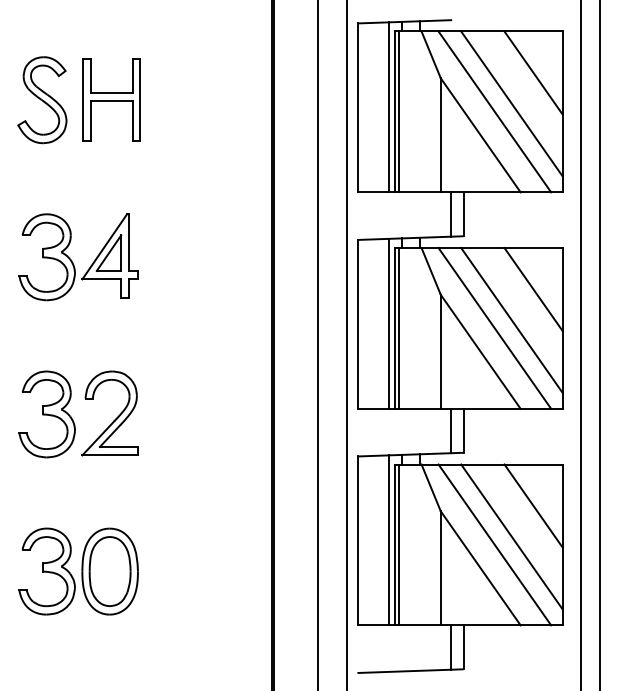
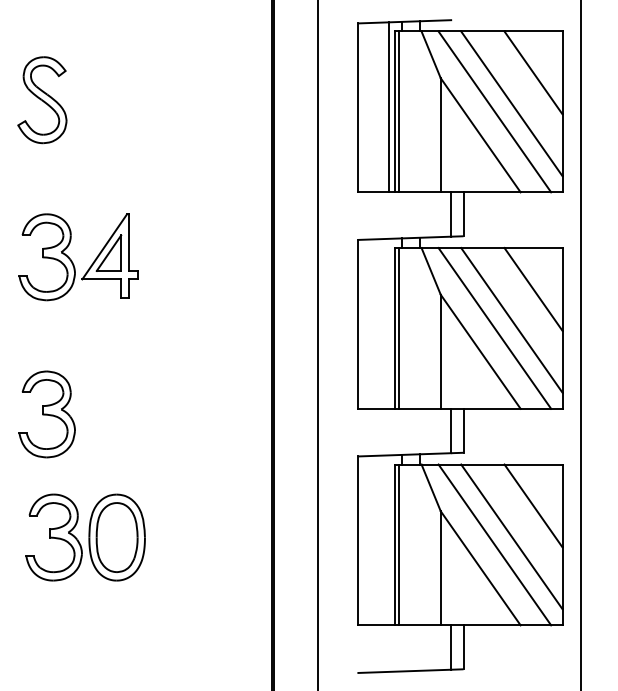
part at (111, 99): present -> none
line at (389, 323): present -> none
line at (347, 344): present -> none
line at (599, 344): present -> none
part at (115, 418): present -> none
line at (389, 540): present -> none
part at (78, 571) position: (78, 571) -> (85, 537)
